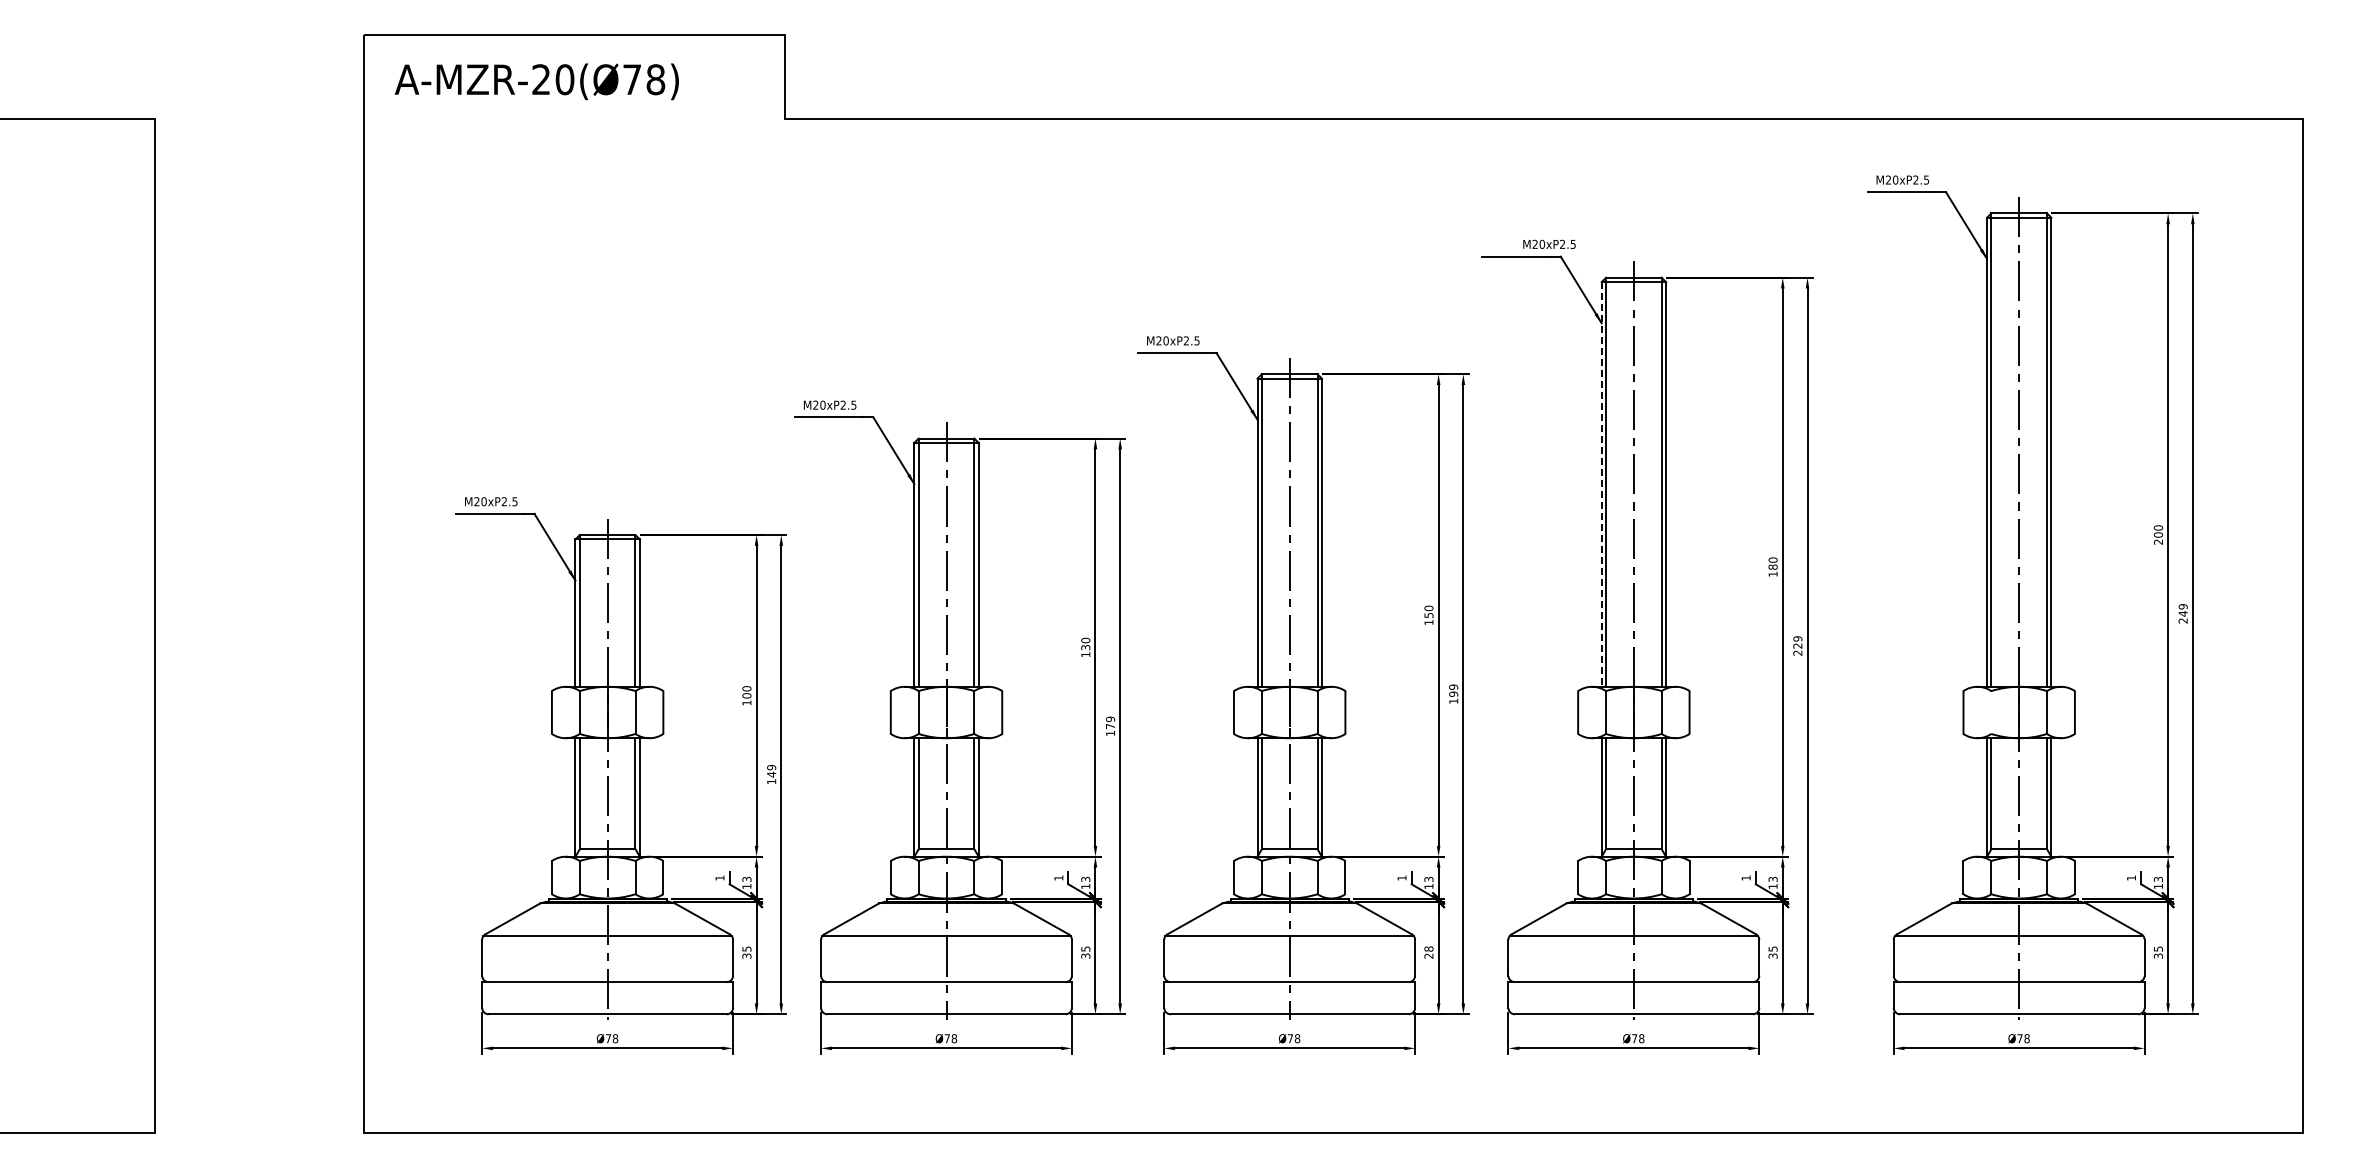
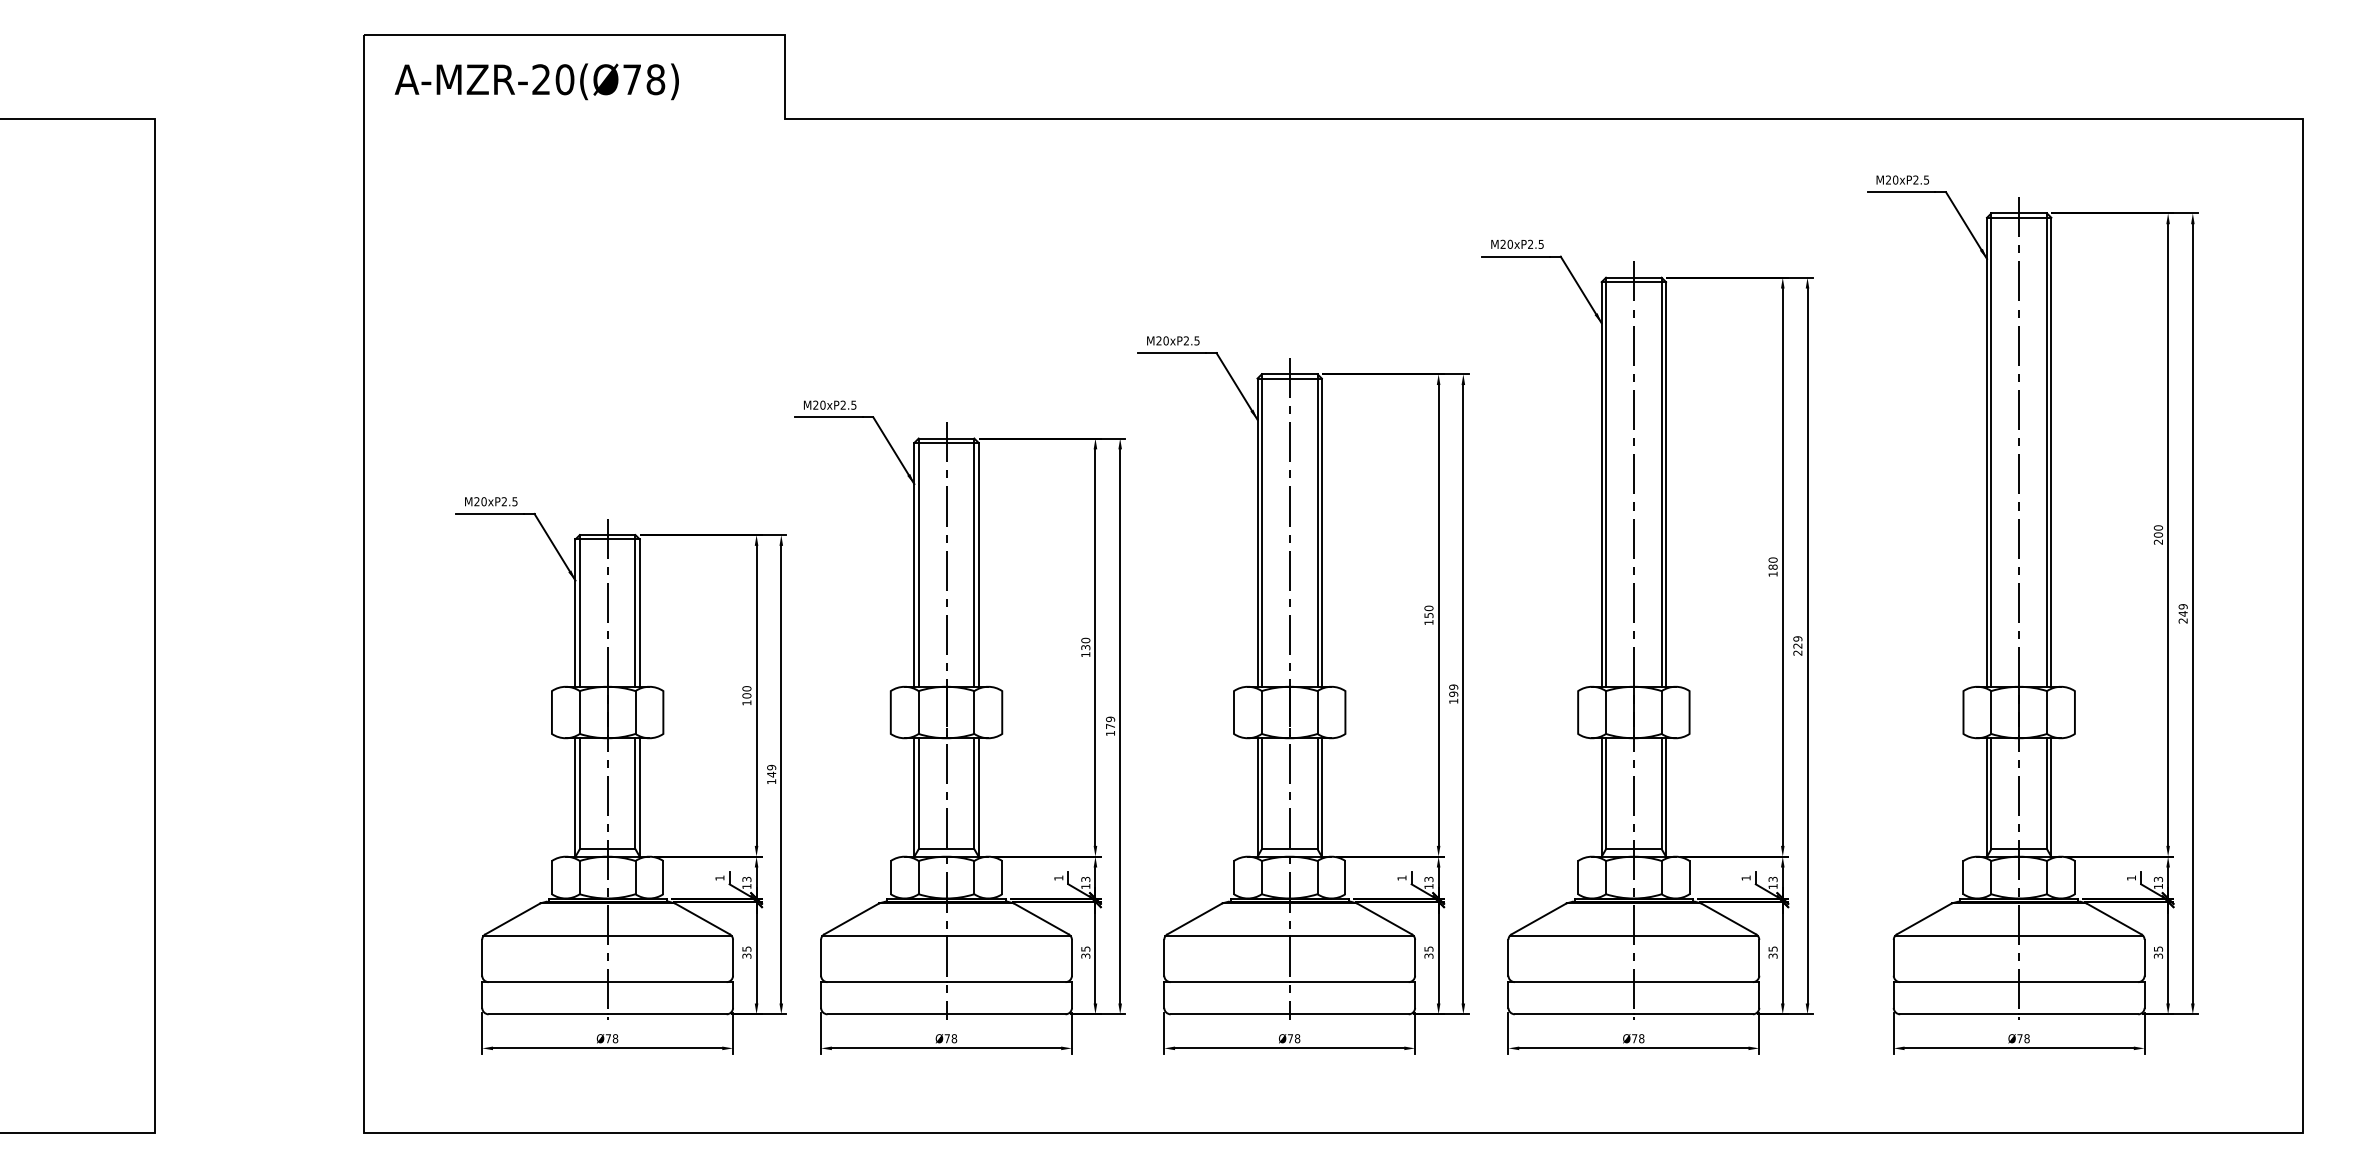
text at (1549, 243) position: (1549, 243) -> (1517, 243)
line at (1601, 484): dashed -> solid
line at (1991, 712): none -> present
text at (1428, 952): 28 -> 35
